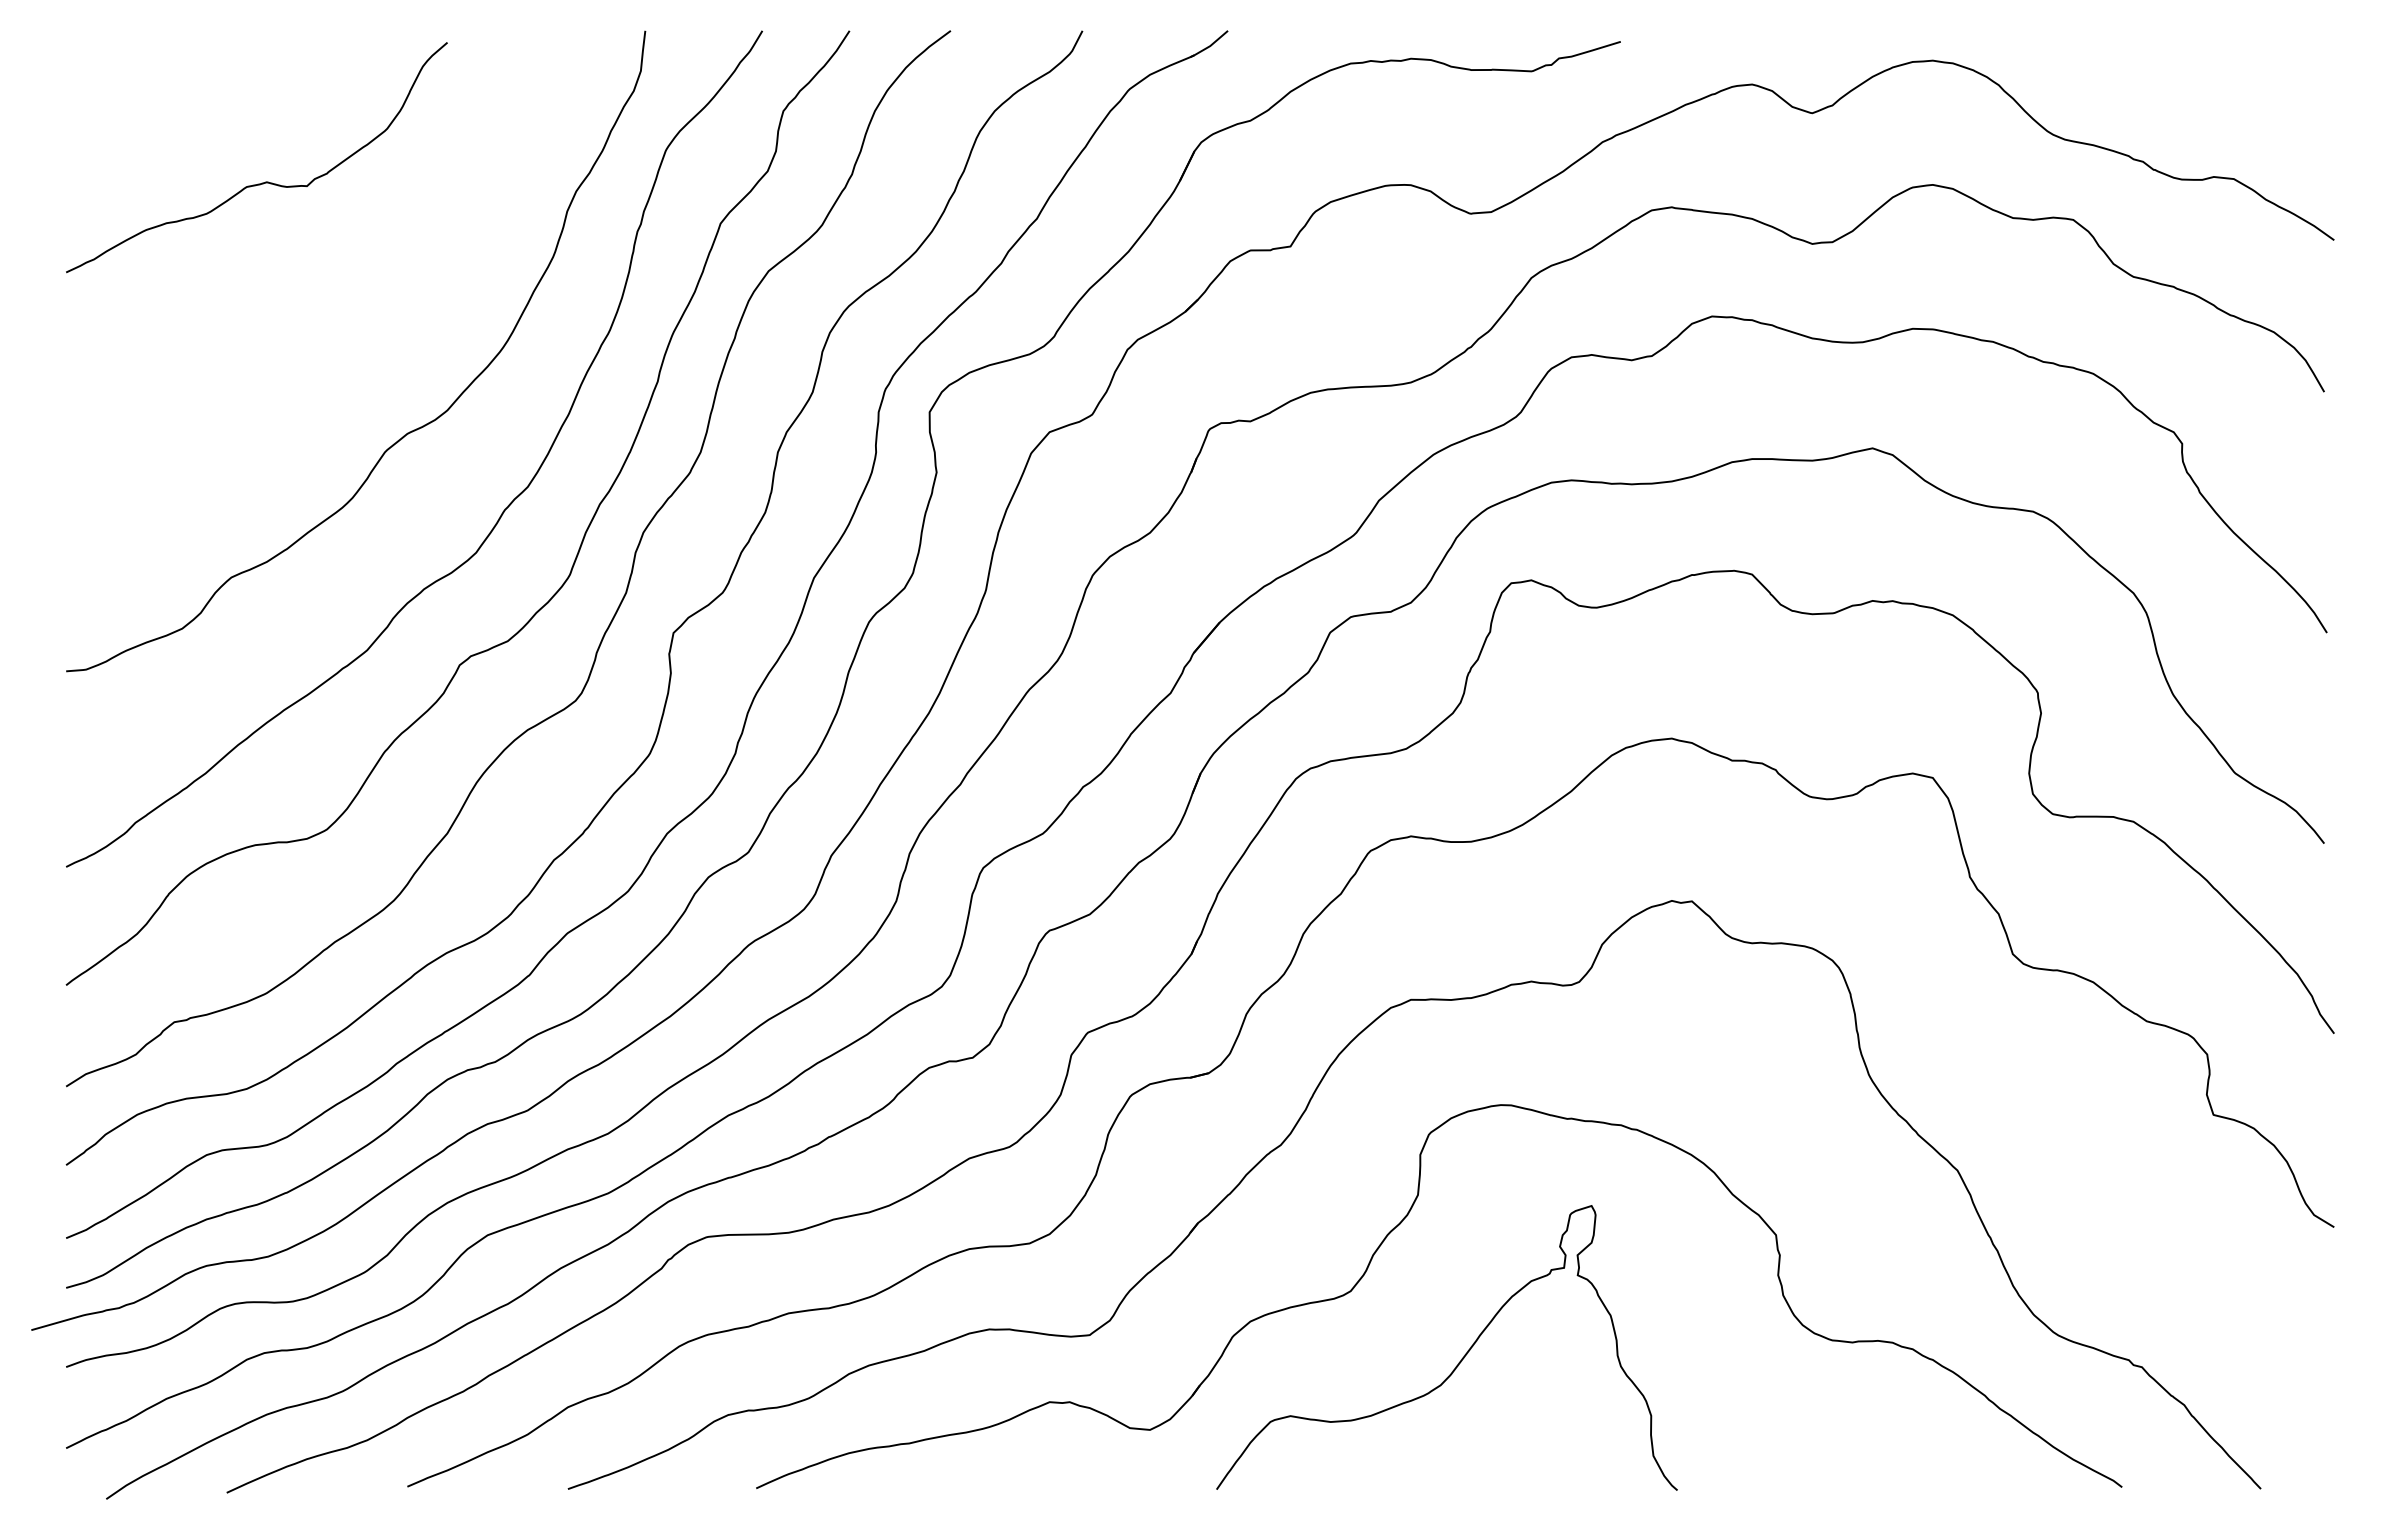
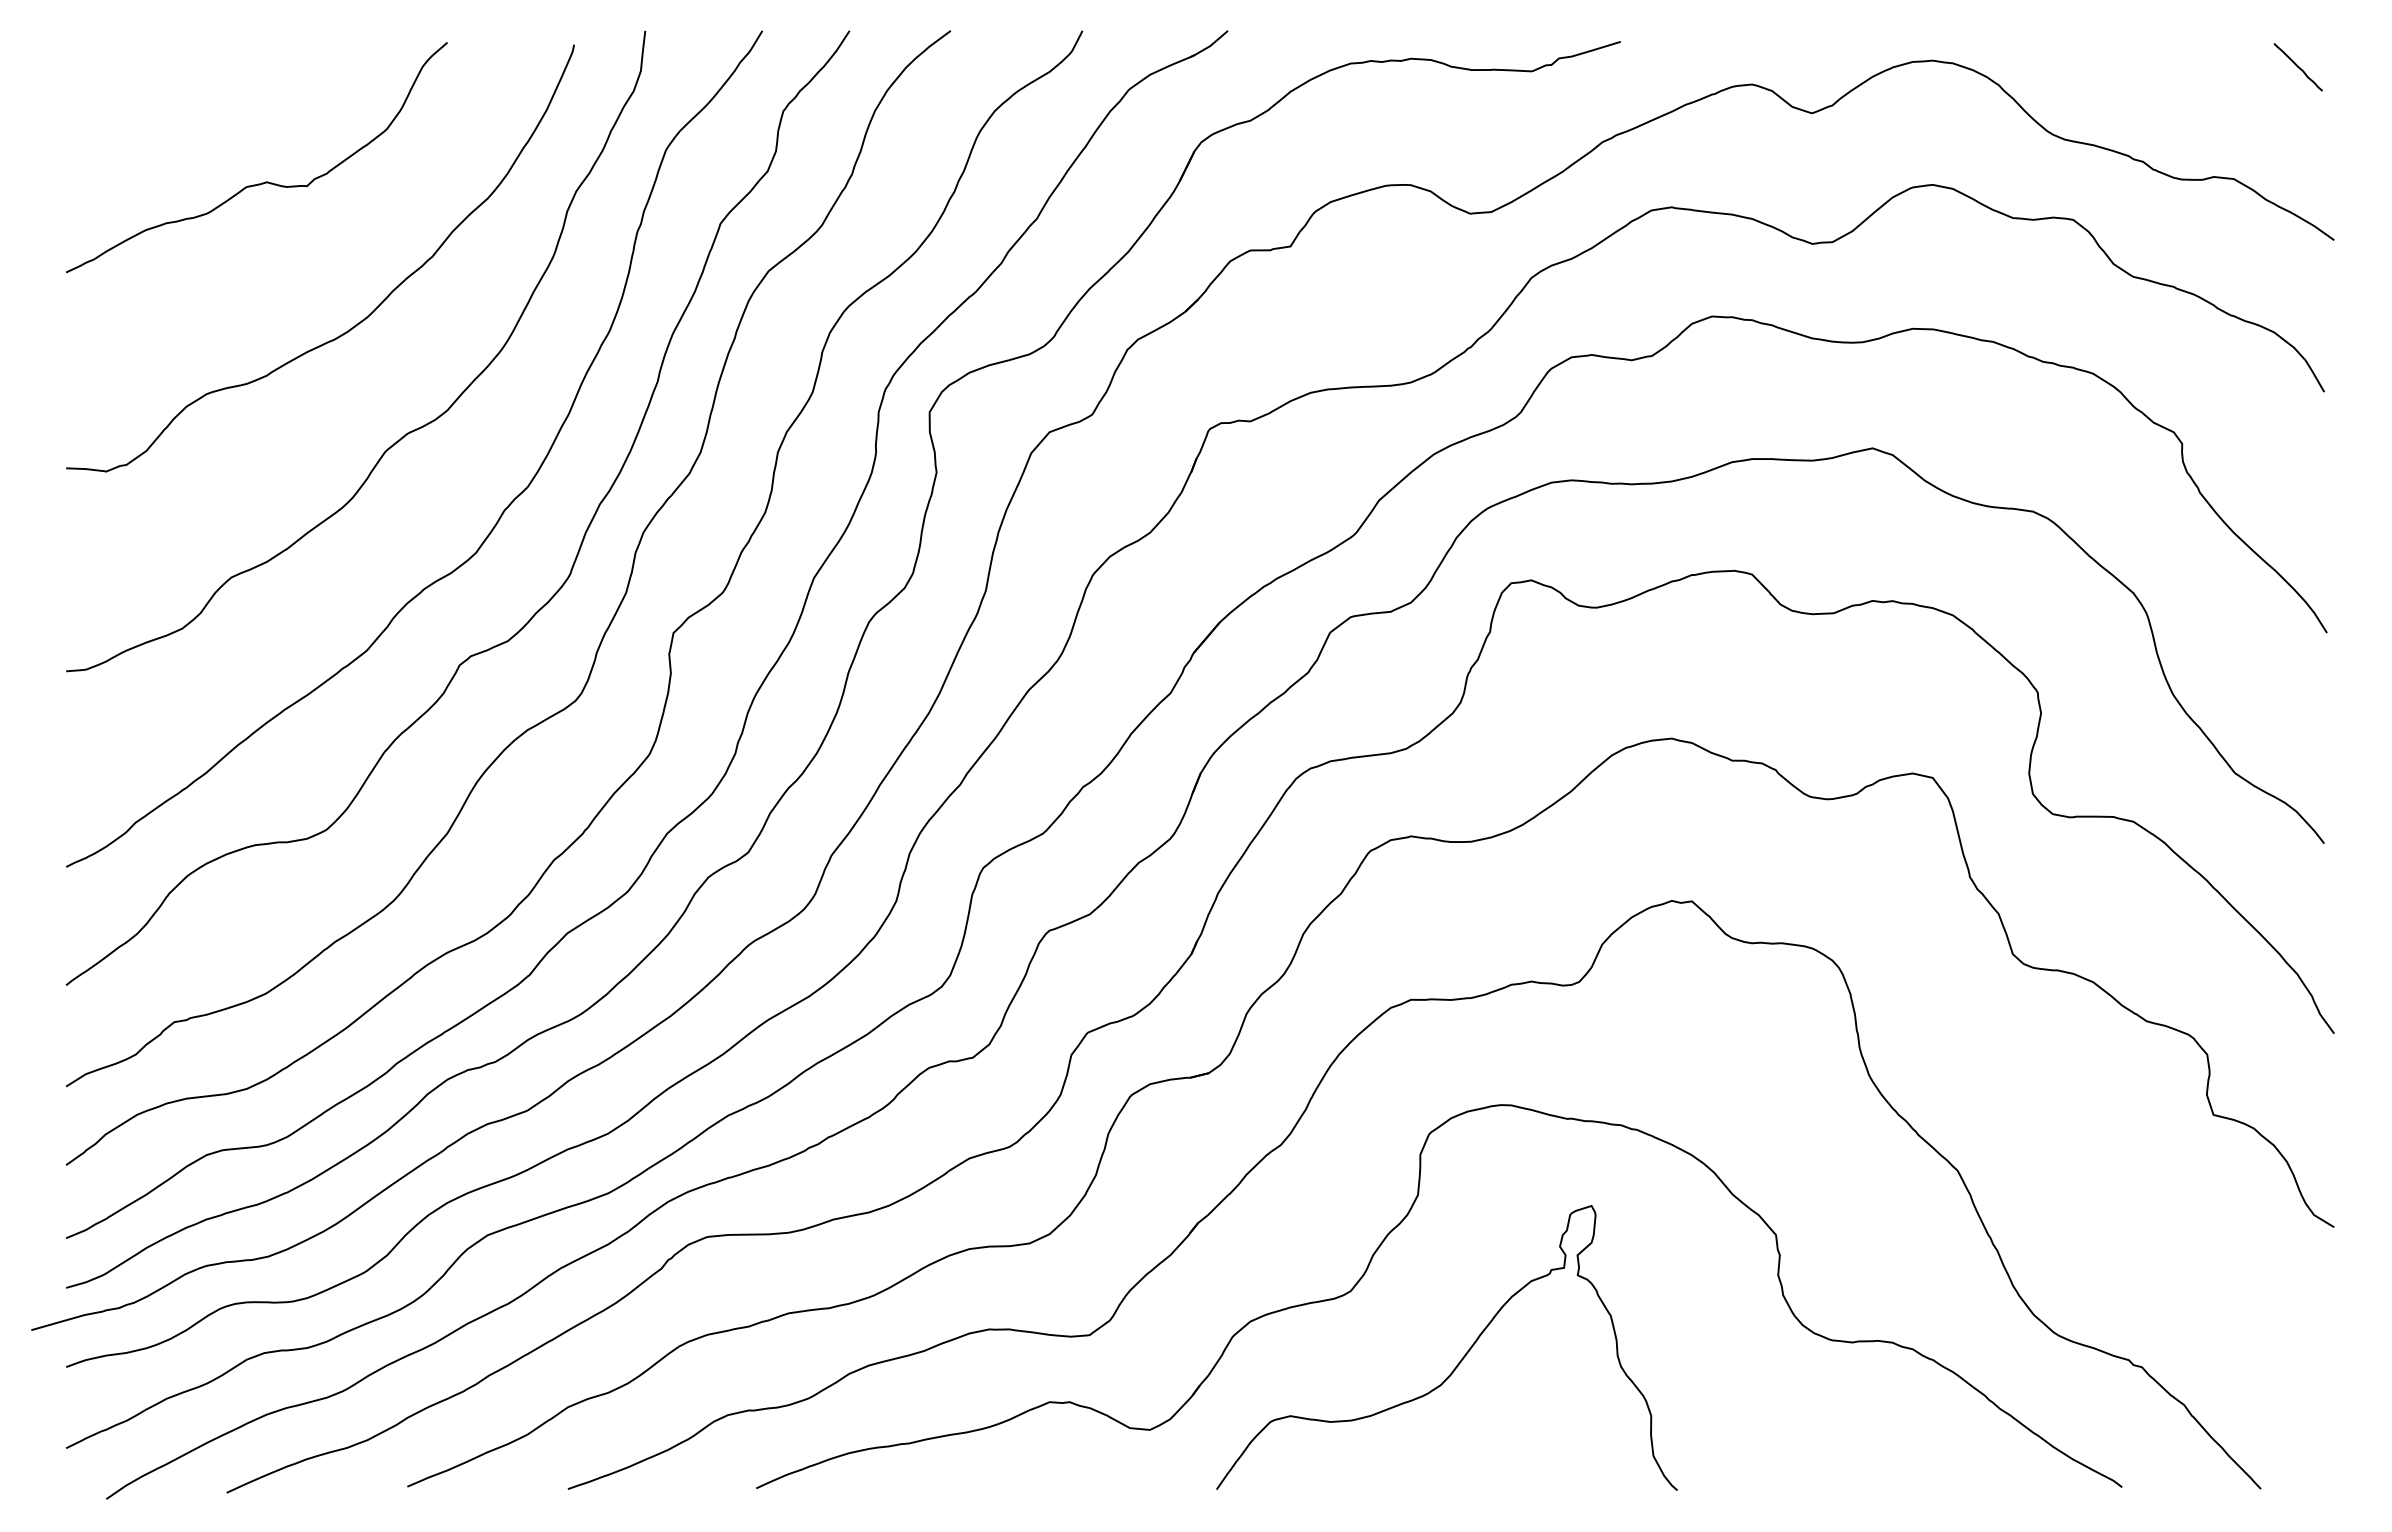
line at (2297, 67): none -> present
curve at (368, 314): none -> present
